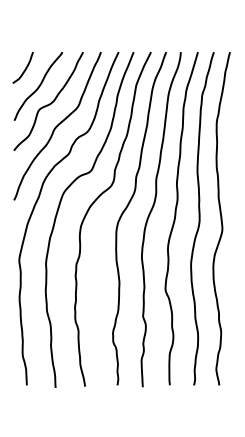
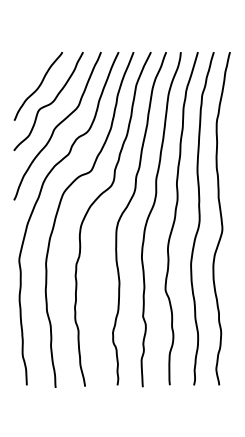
curve at (24, 69): present -> none
